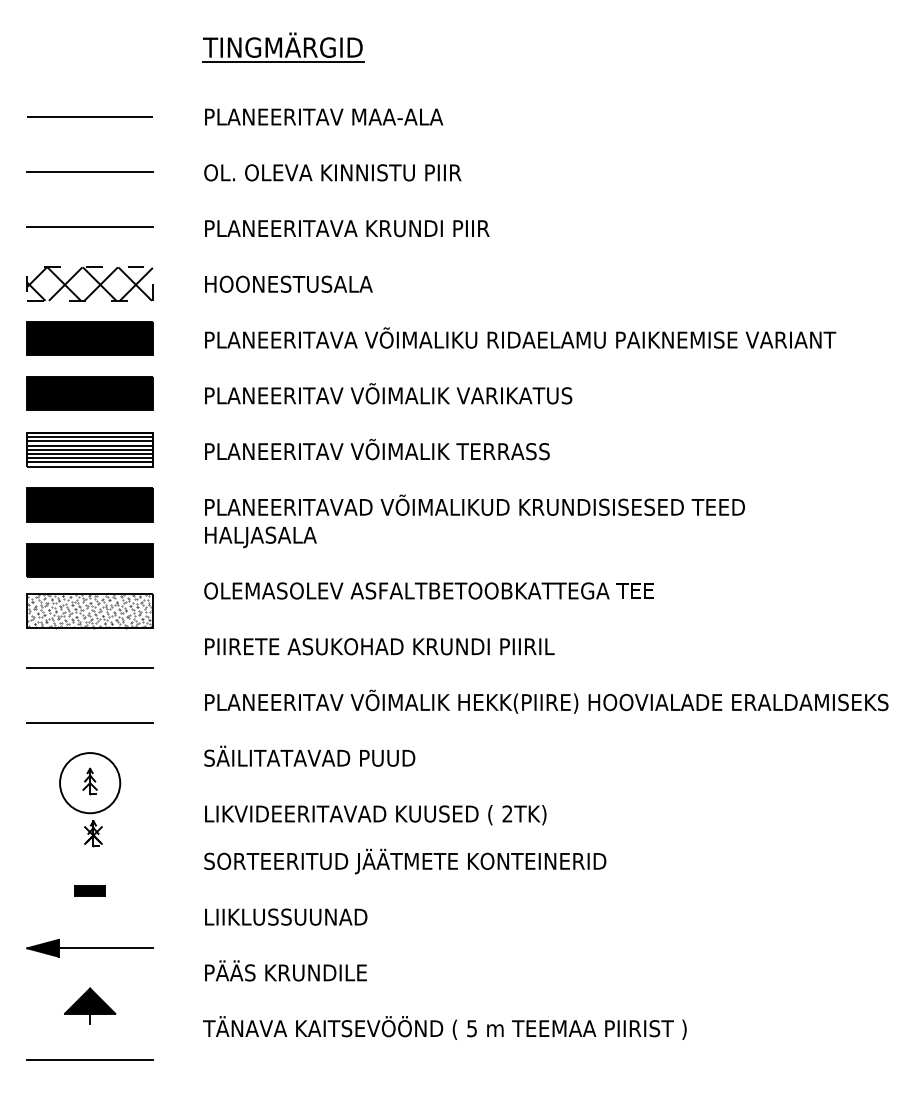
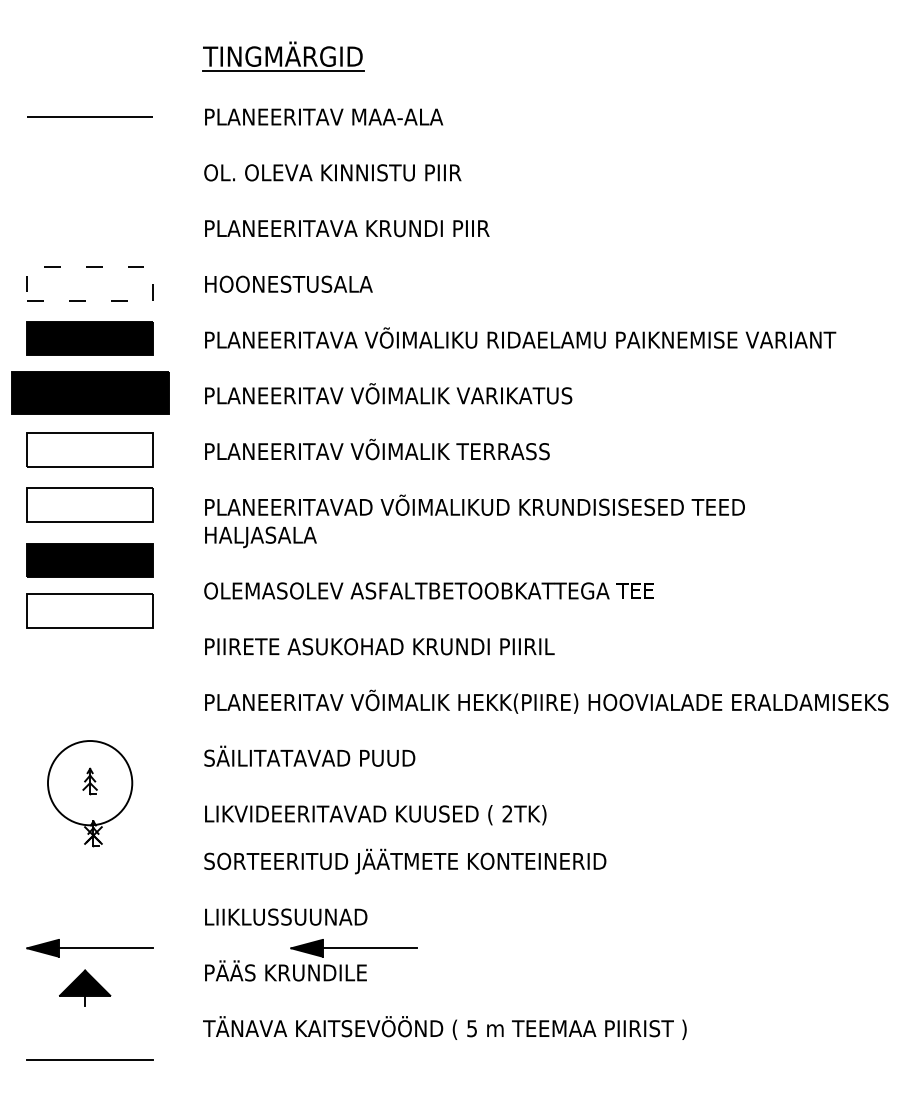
part at (283, 47) position: (283, 47) -> (283, 56)
line at (89, 171): present -> none
line at (89, 226): present -> none
hatch at (89, 283): present -> none
part at (89, 393) size: 128x35 px -> 159x44 px
hatch at (89, 447): present -> none
fill at (89, 504): present -> none
hatch at (89, 610): present -> none
line at (89, 668): present -> none
line at (89, 723): present -> none
circle at (90, 783) diameter: 60 px -> 84 px
part at (89, 890): present -> none
part at (353, 948): none -> present
part at (90, 1005) position: (90, 1005) -> (85, 987)
